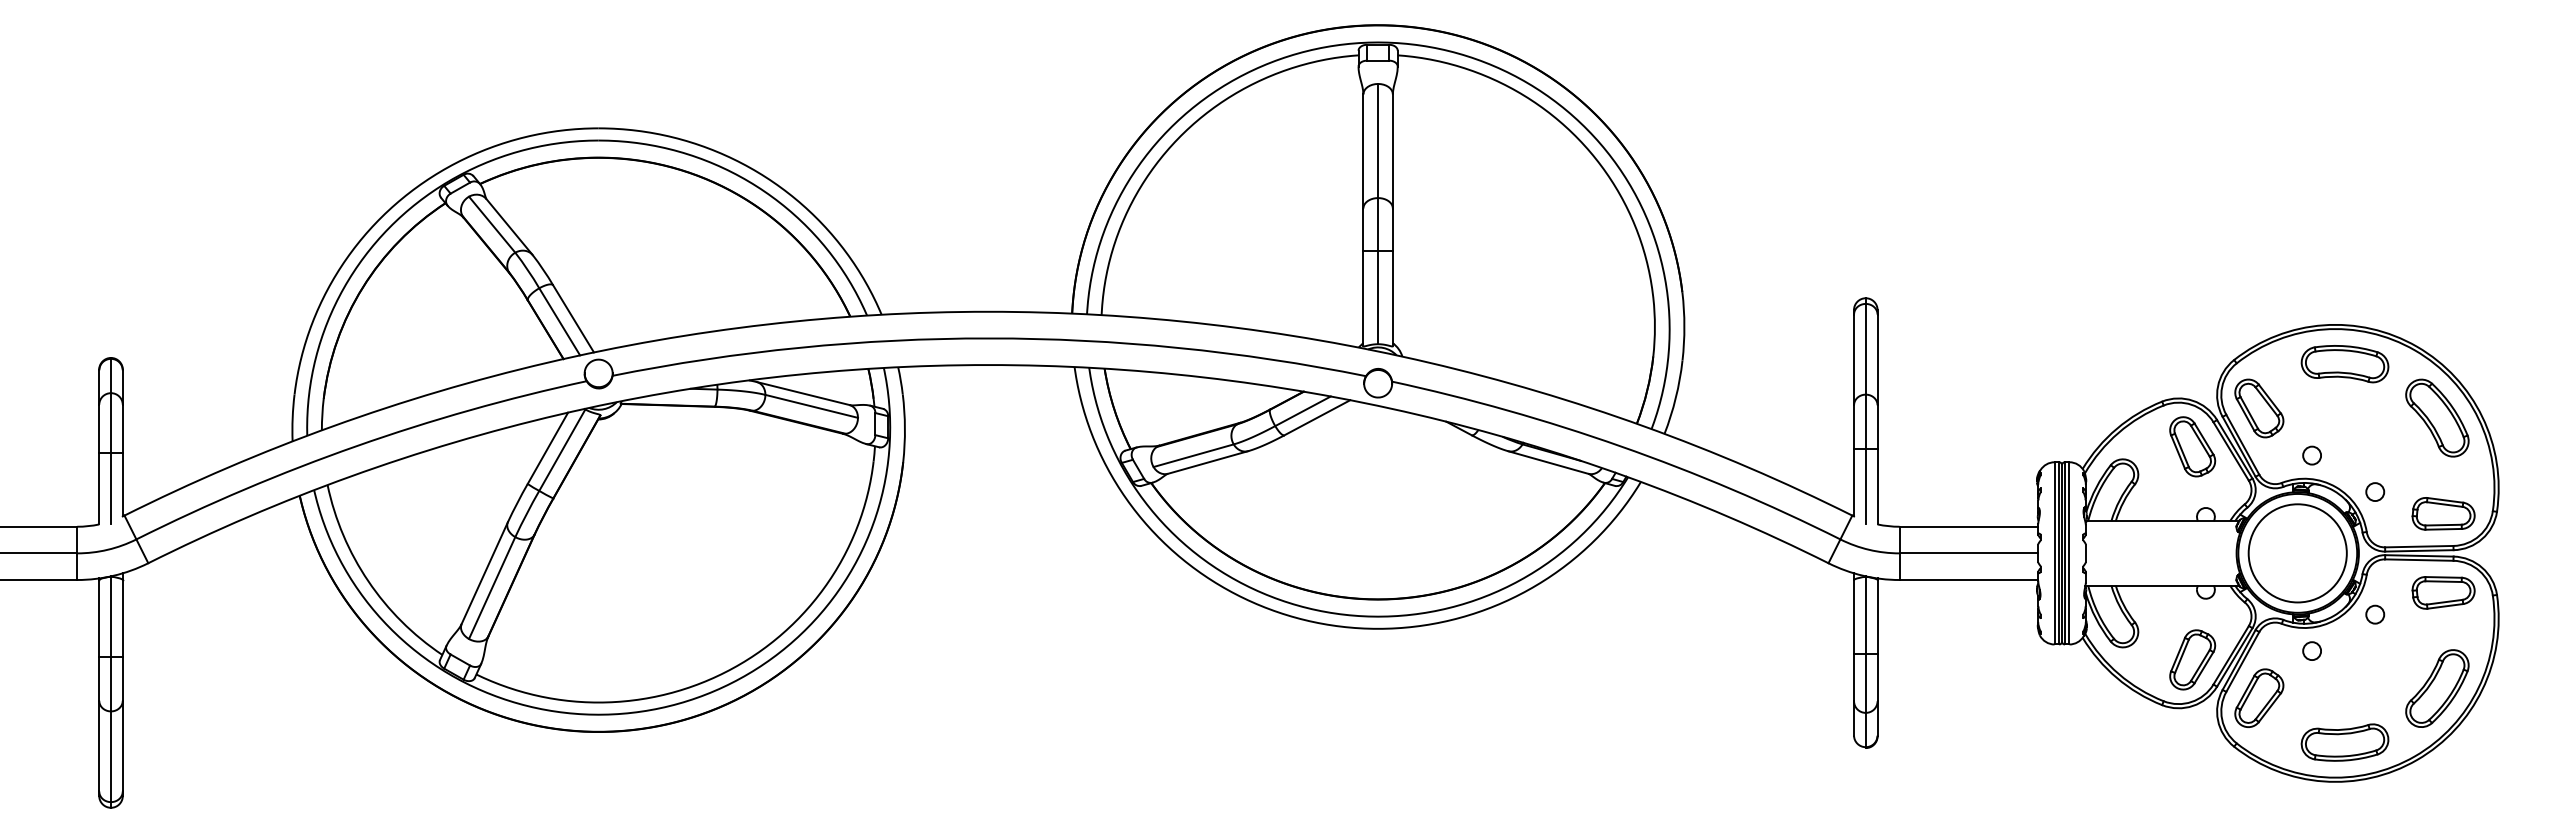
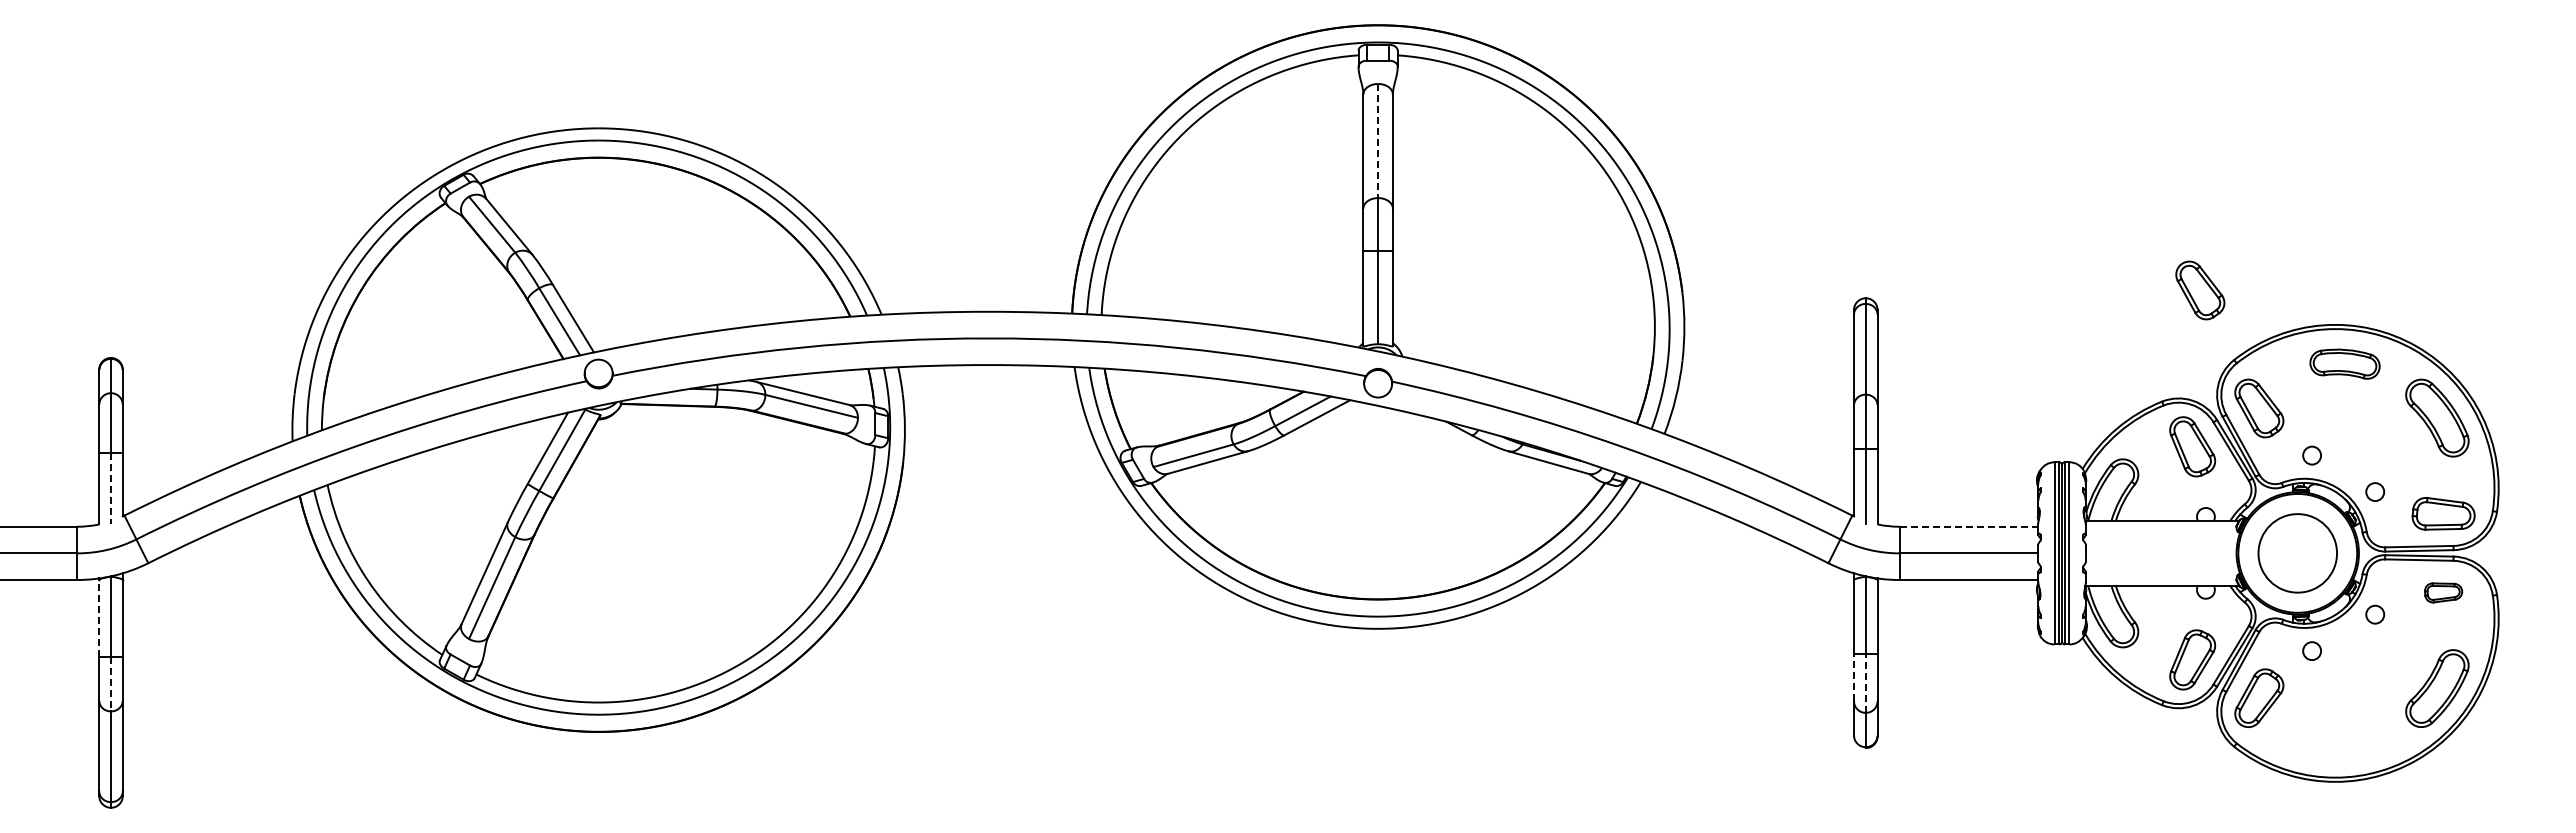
line at (1378, 141): solid -> dashed
part at (2200, 290): none -> present
part at (2344, 364) size: 90x39 px -> 72x32 px
line at (111, 488): solid -> dashed
line at (1969, 526): solid -> dashed
circle at (2297, 553) diameter: 98 px -> 79 px
part at (2443, 592) size: 65x34 px -> 40x22 px
line at (99, 618): solid -> dashed
line at (1854, 677): solid -> dashed
line at (1865, 683): solid -> dashed
line at (111, 684): solid -> dashed
part at (2344, 742): present -> none
